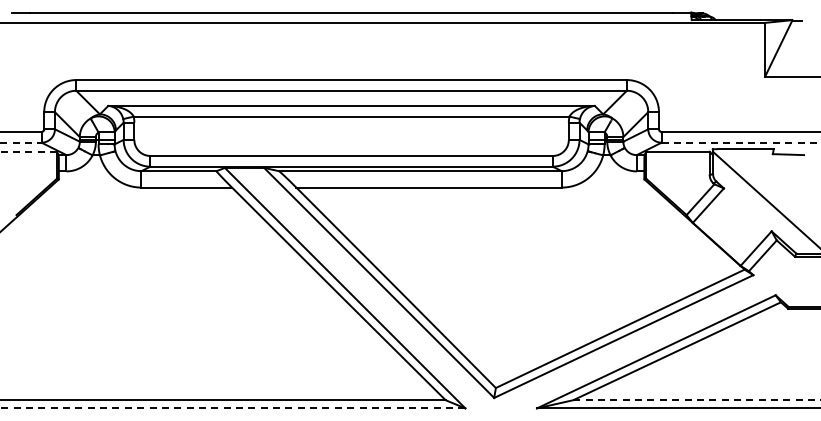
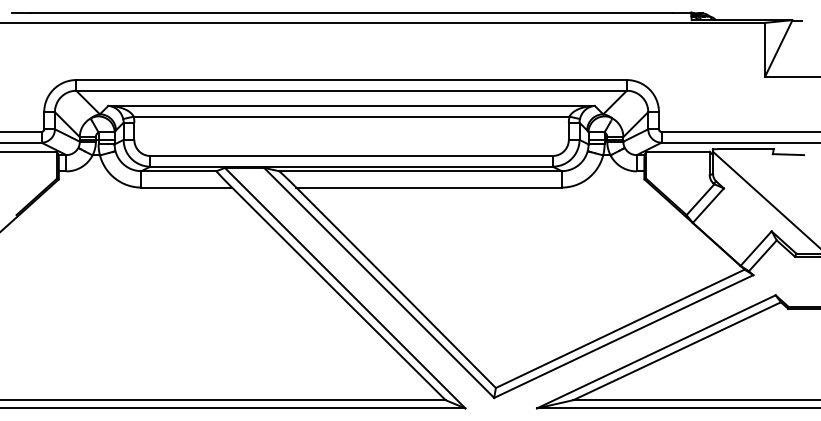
line at (21, 142): dashed -> solid
line at (741, 142): dashed -> solid
line at (28, 151): dashed -> solid
line at (697, 400): dashed -> solid
line at (232, 408): dashed -> solid
